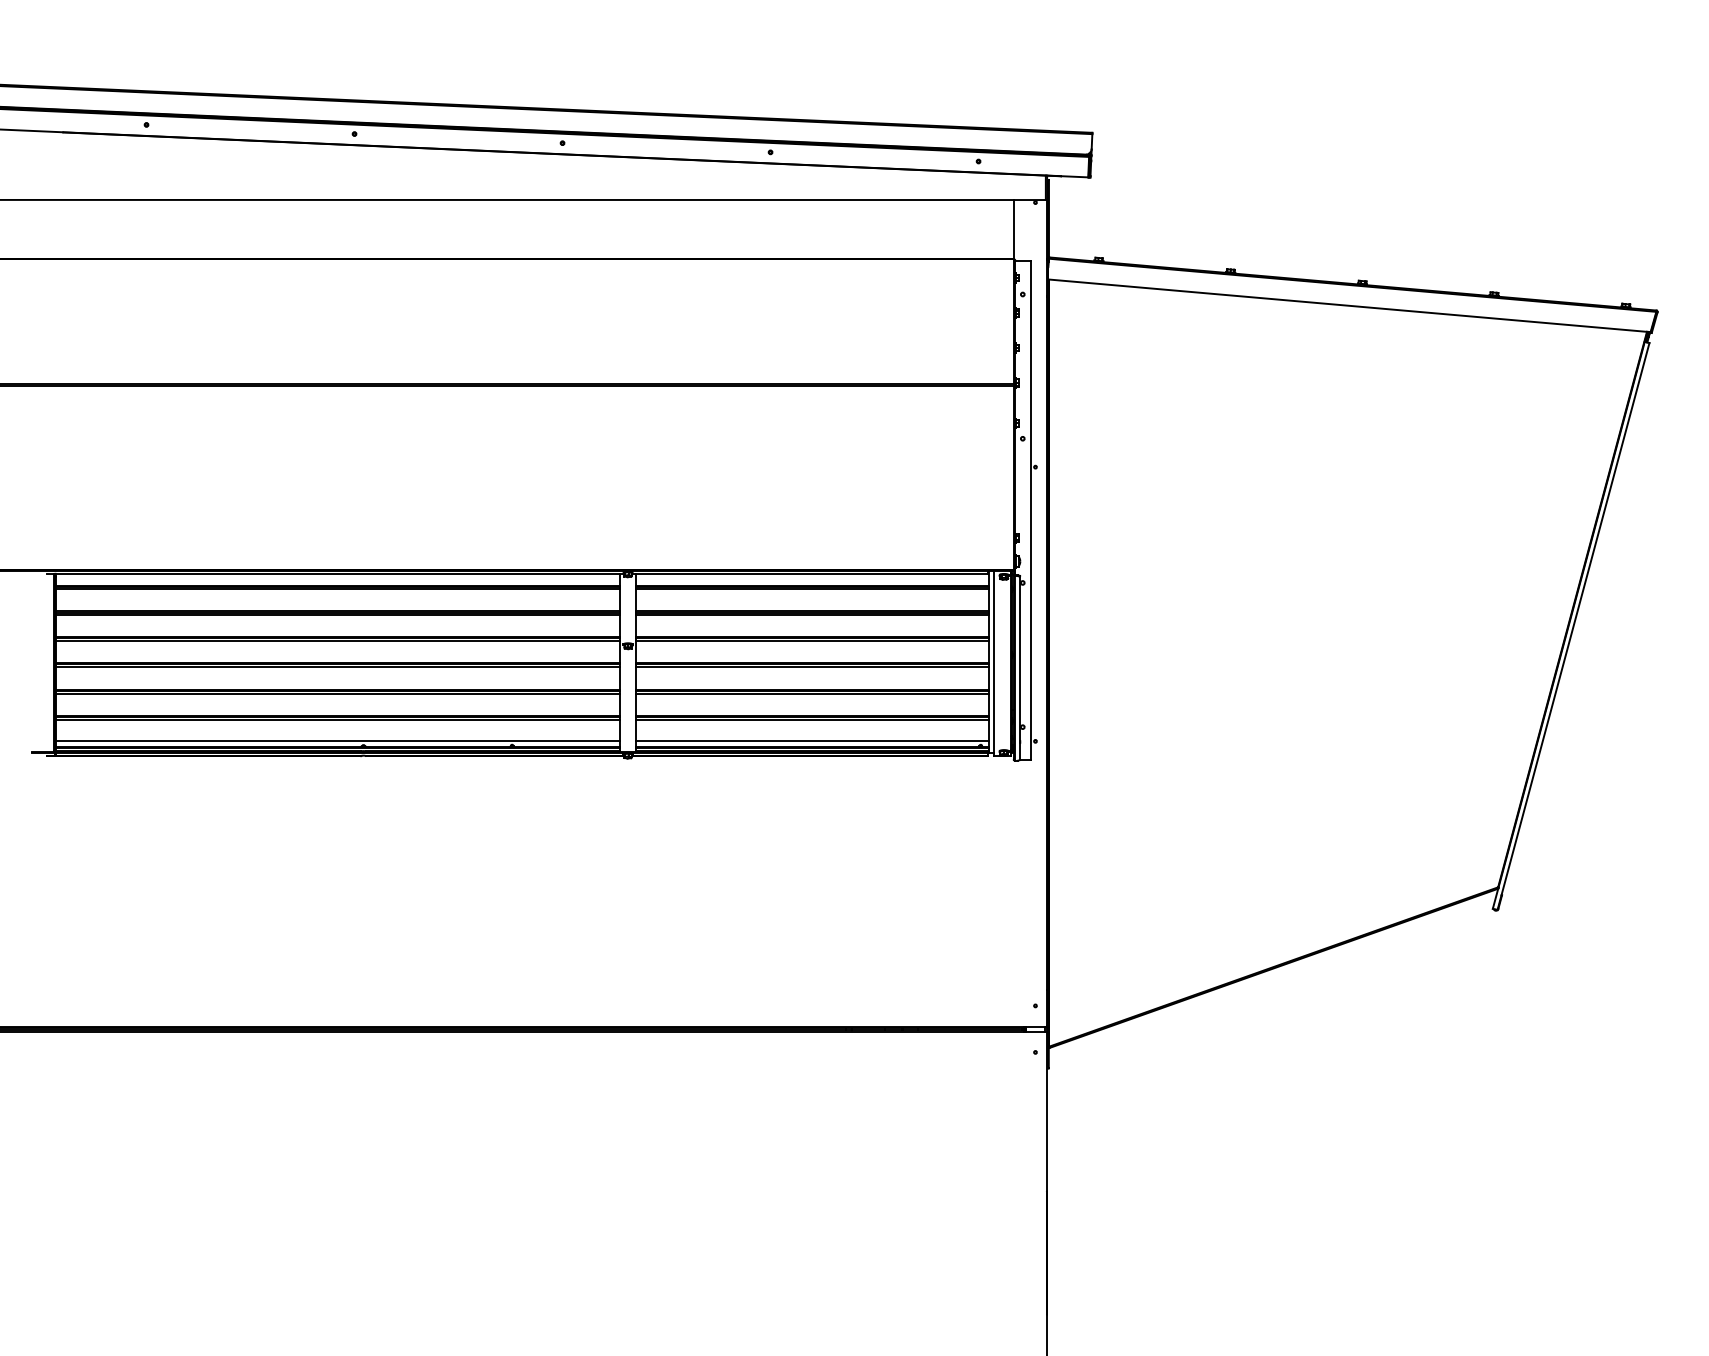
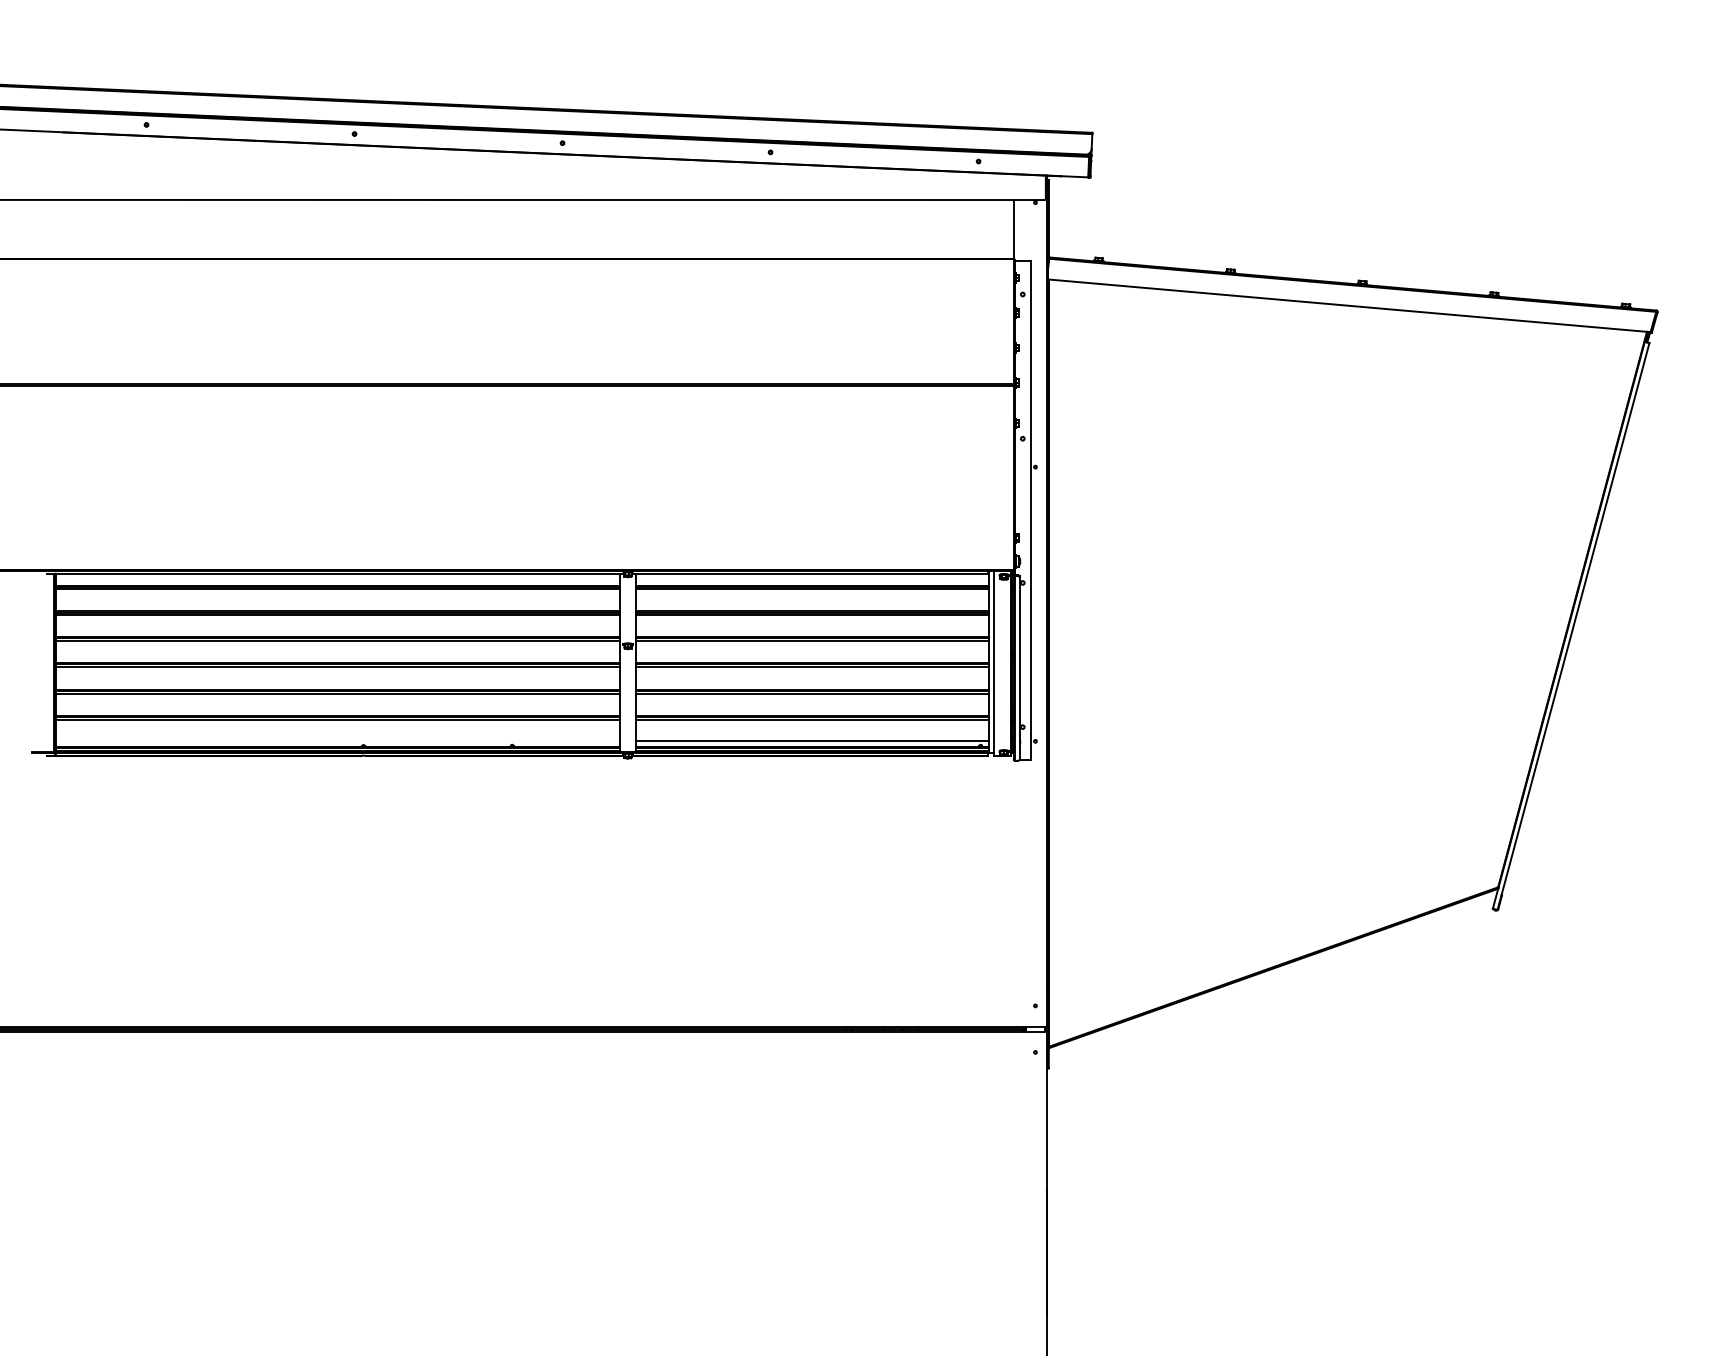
line at (337, 740): present -> none
